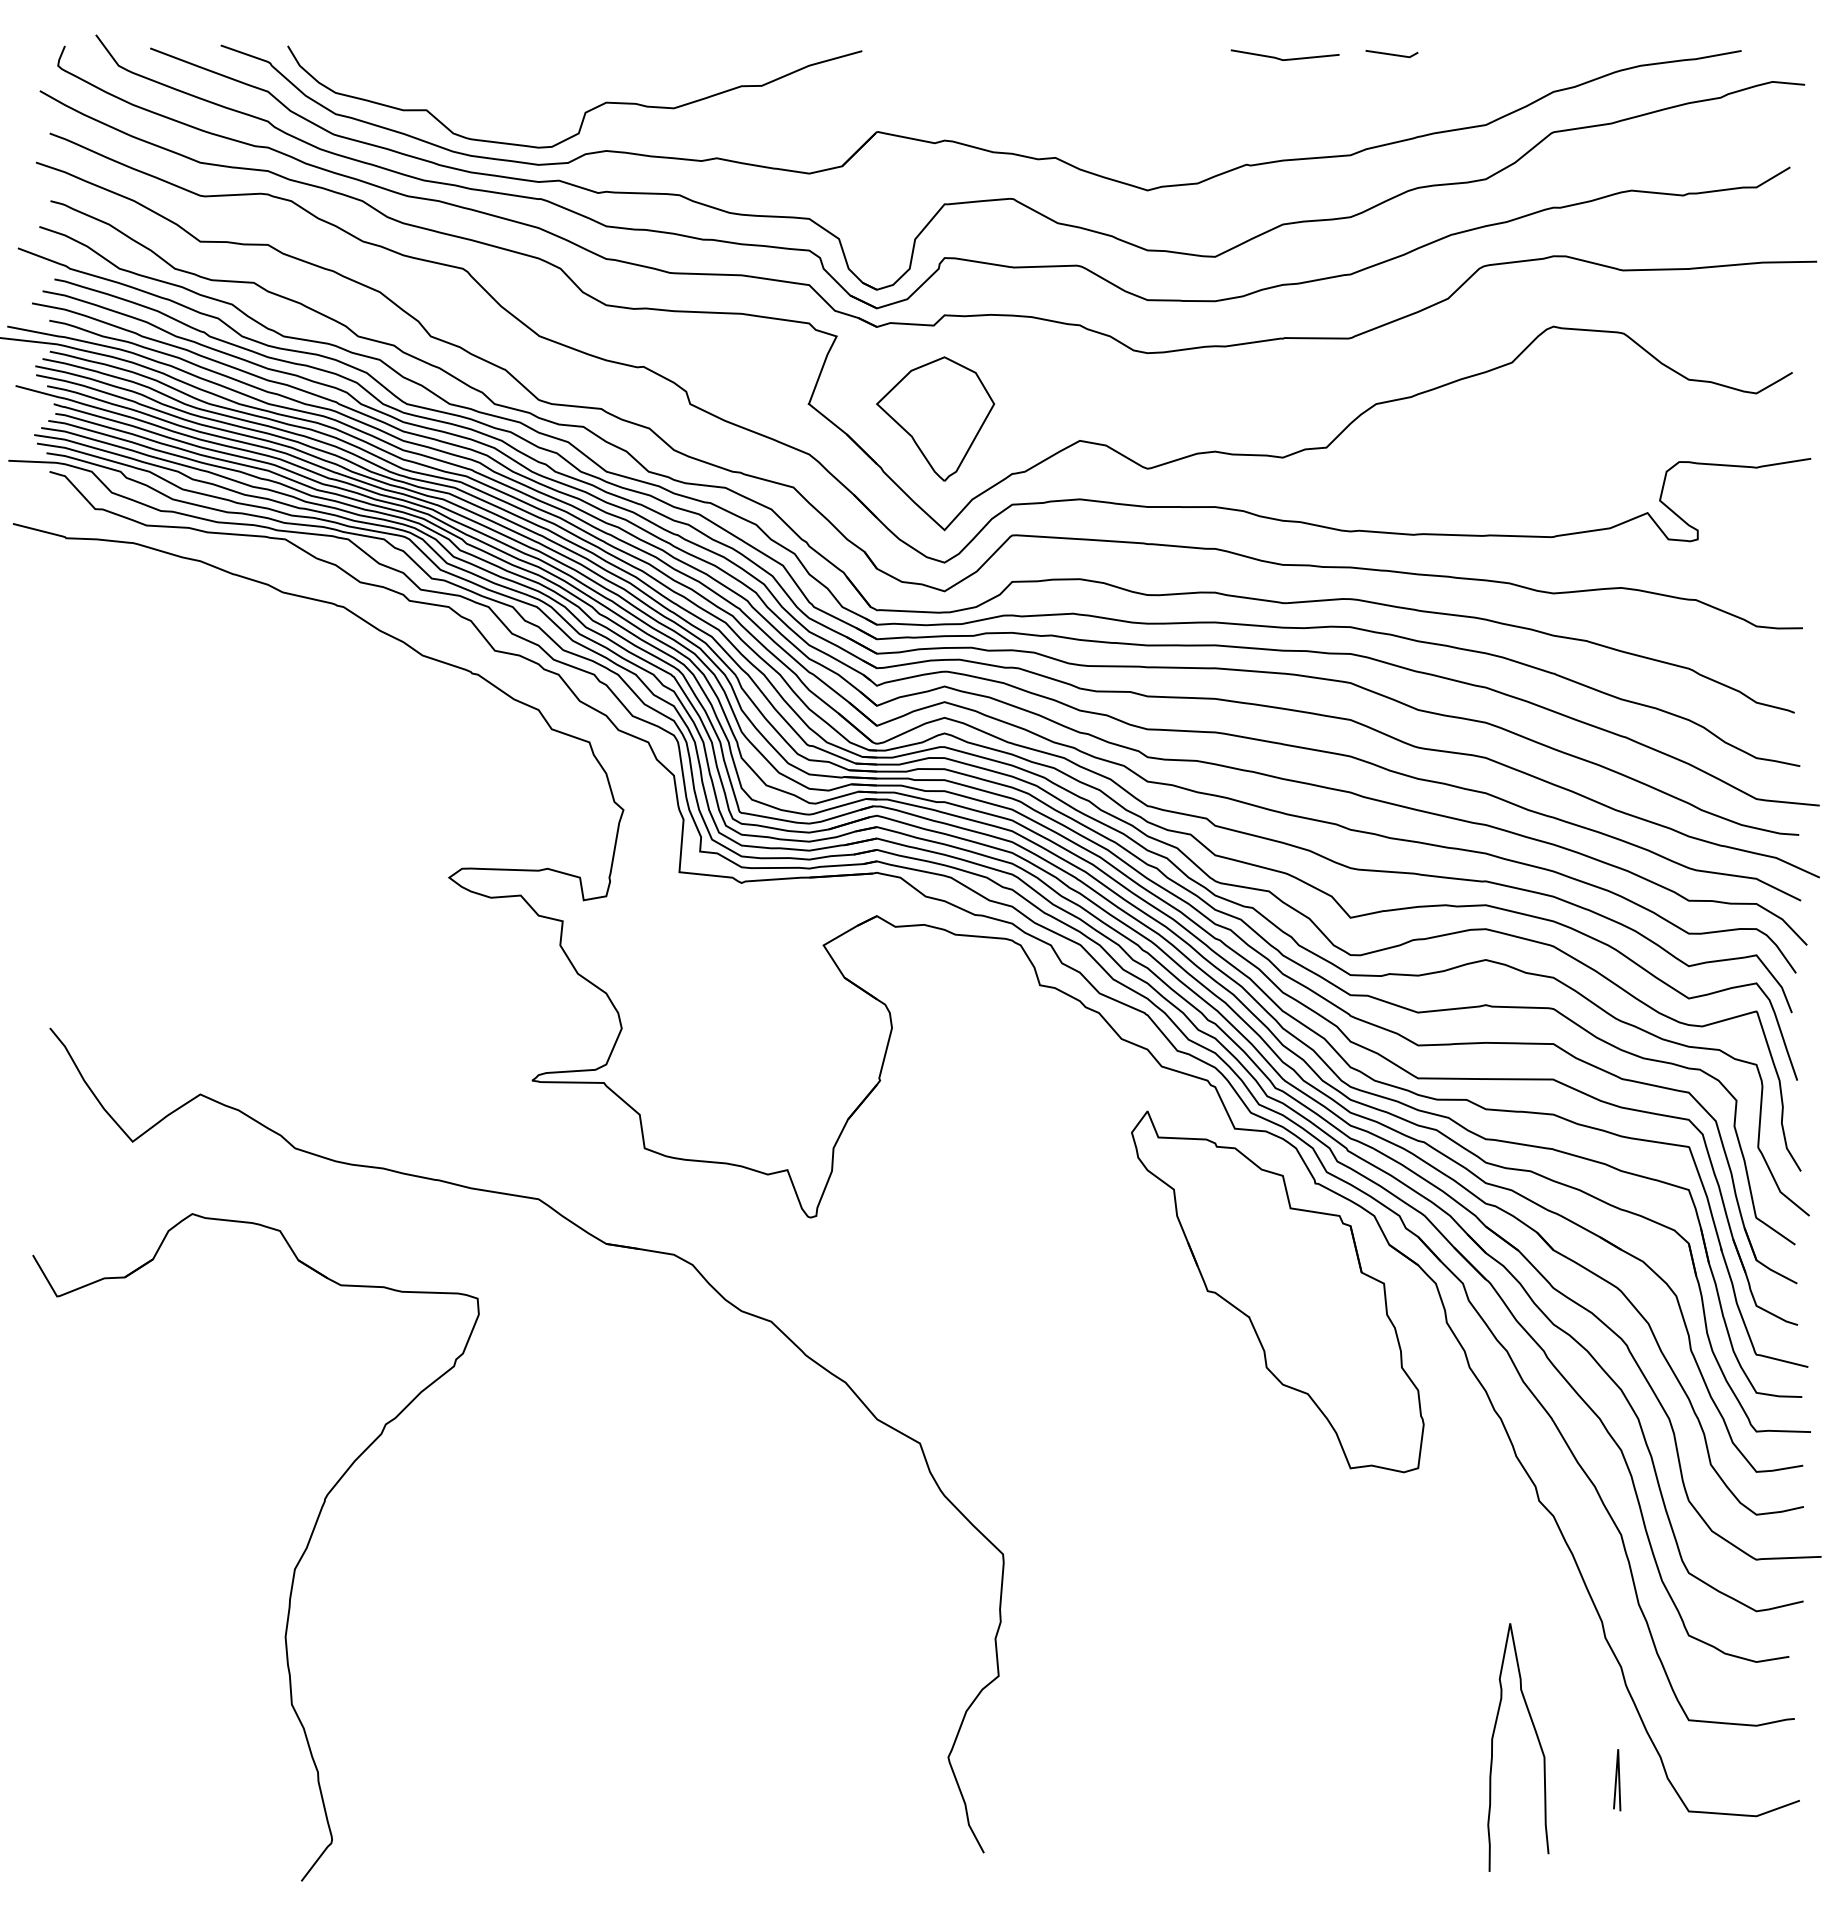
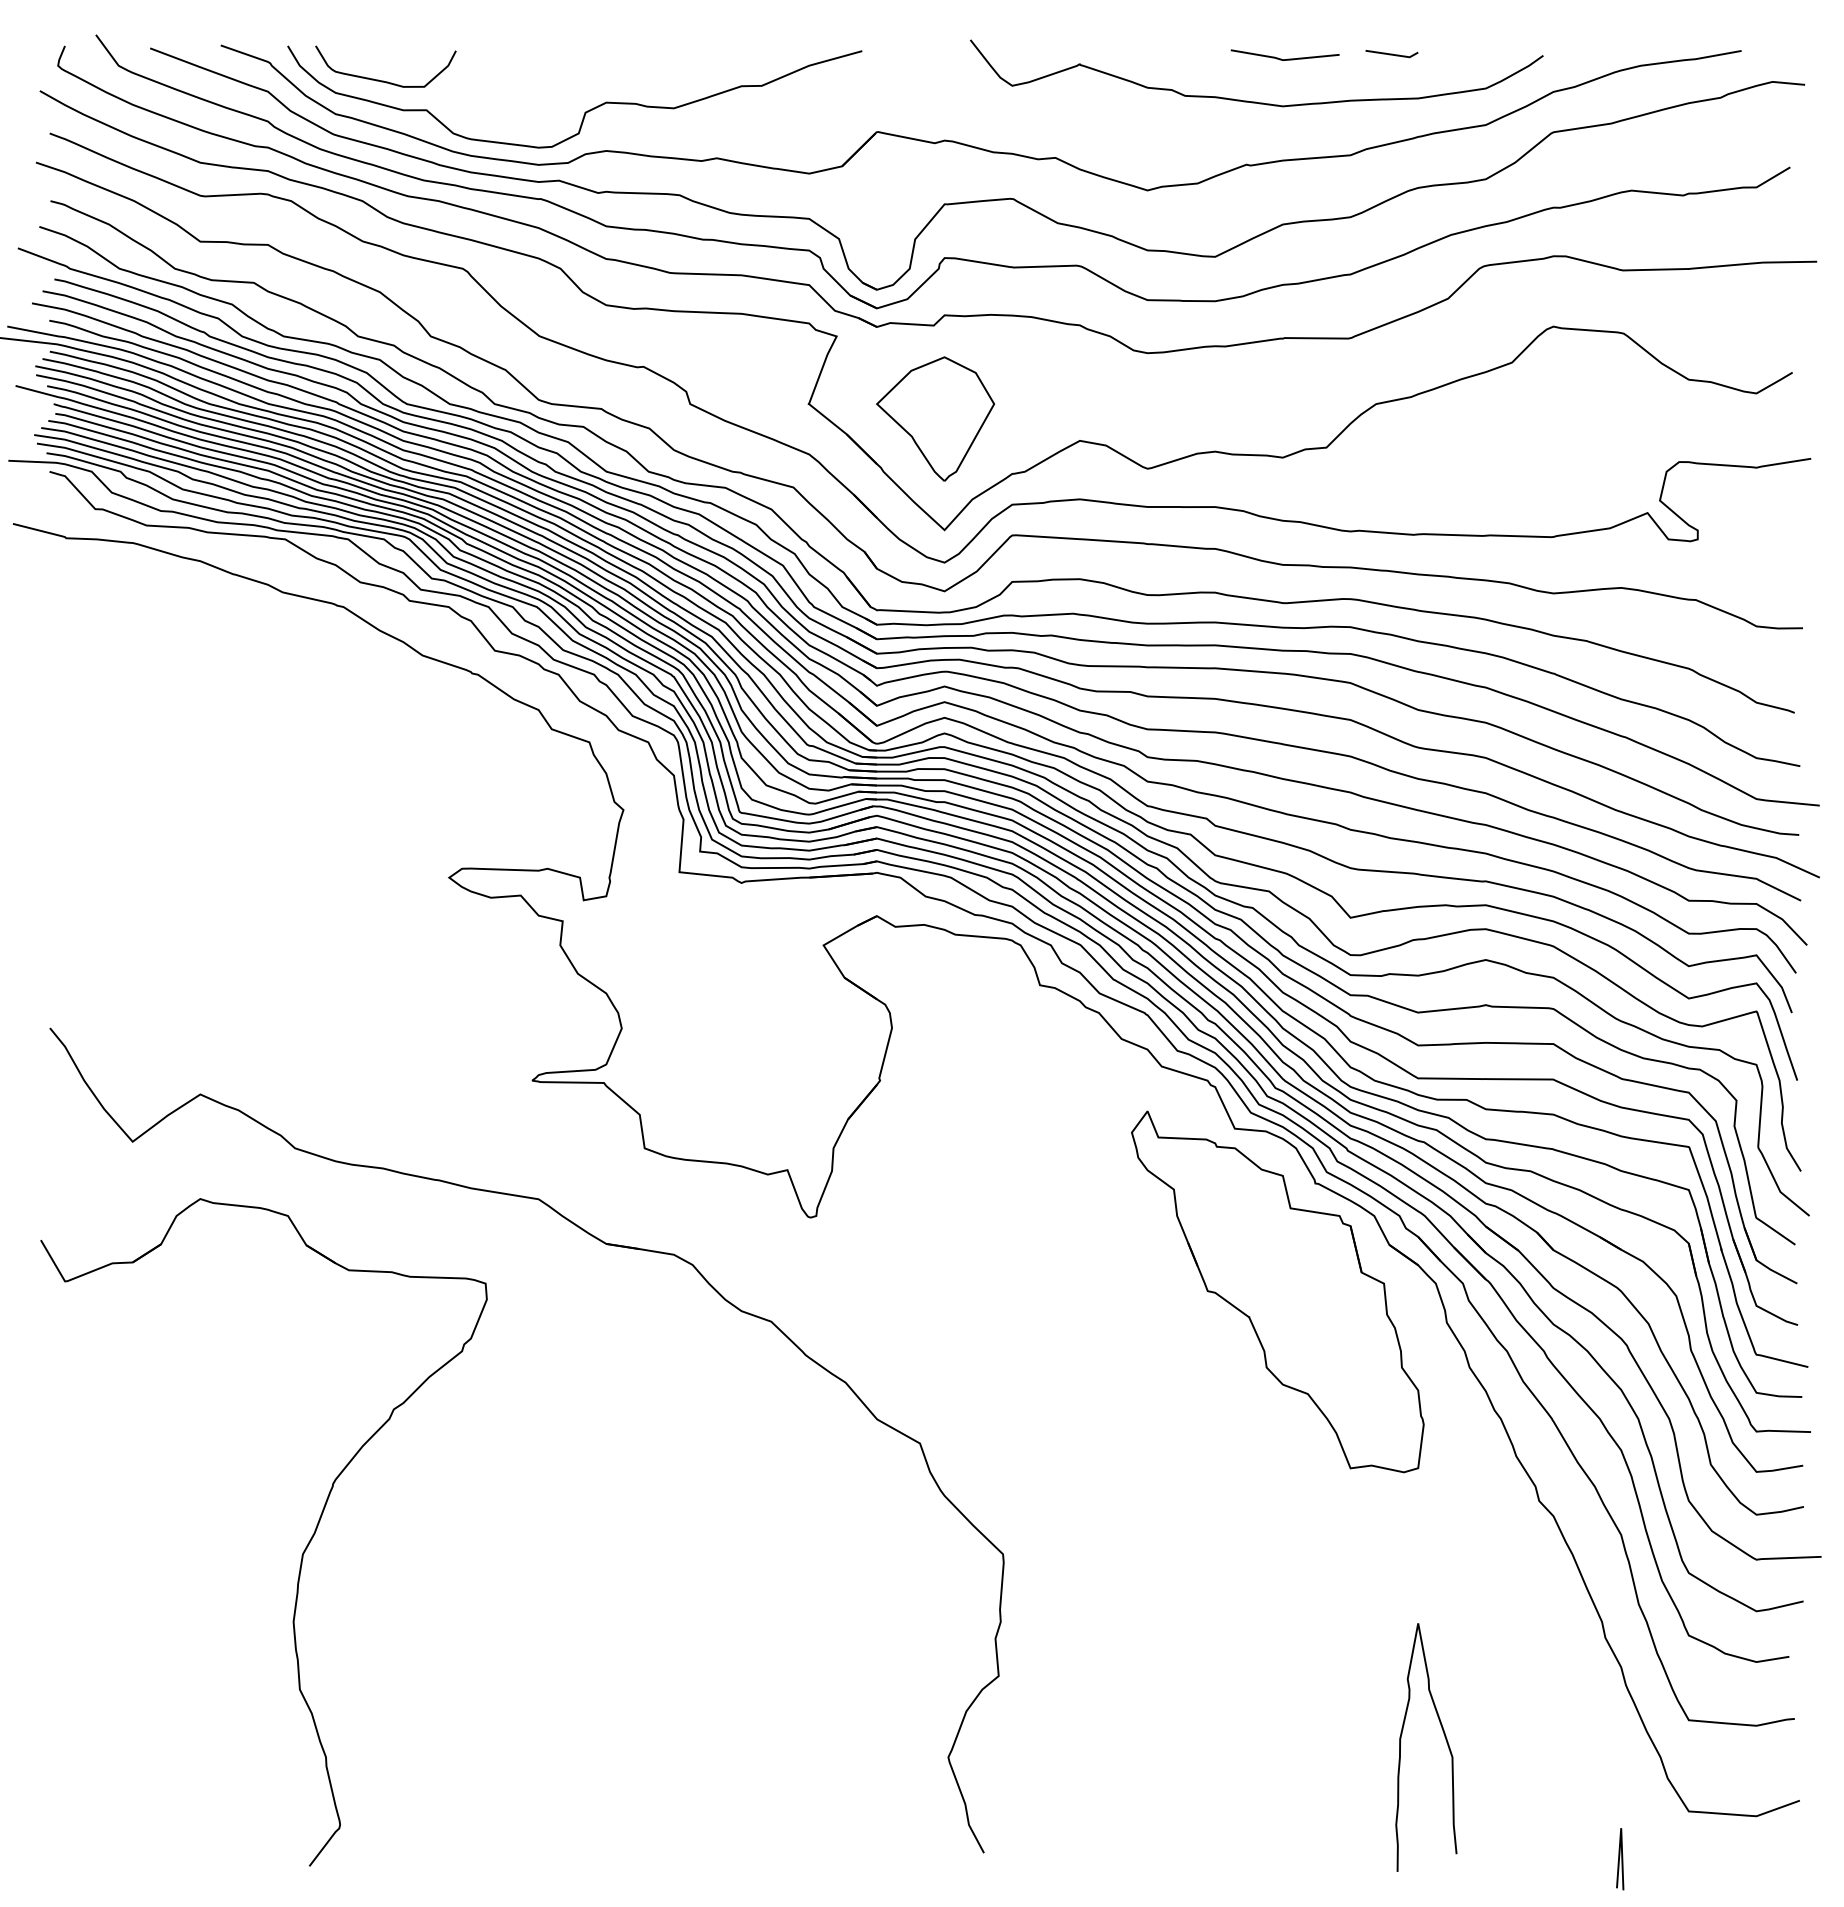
curve at (383, 80): none -> present
curve at (1256, 101): none -> present
part at (294, 1567) position: (294, 1567) -> (302, 1552)
curve at (1537, 1740) position: (1537, 1740) -> (1445, 1740)
line at (1616, 1780) position: (1616, 1780) -> (1619, 1859)
